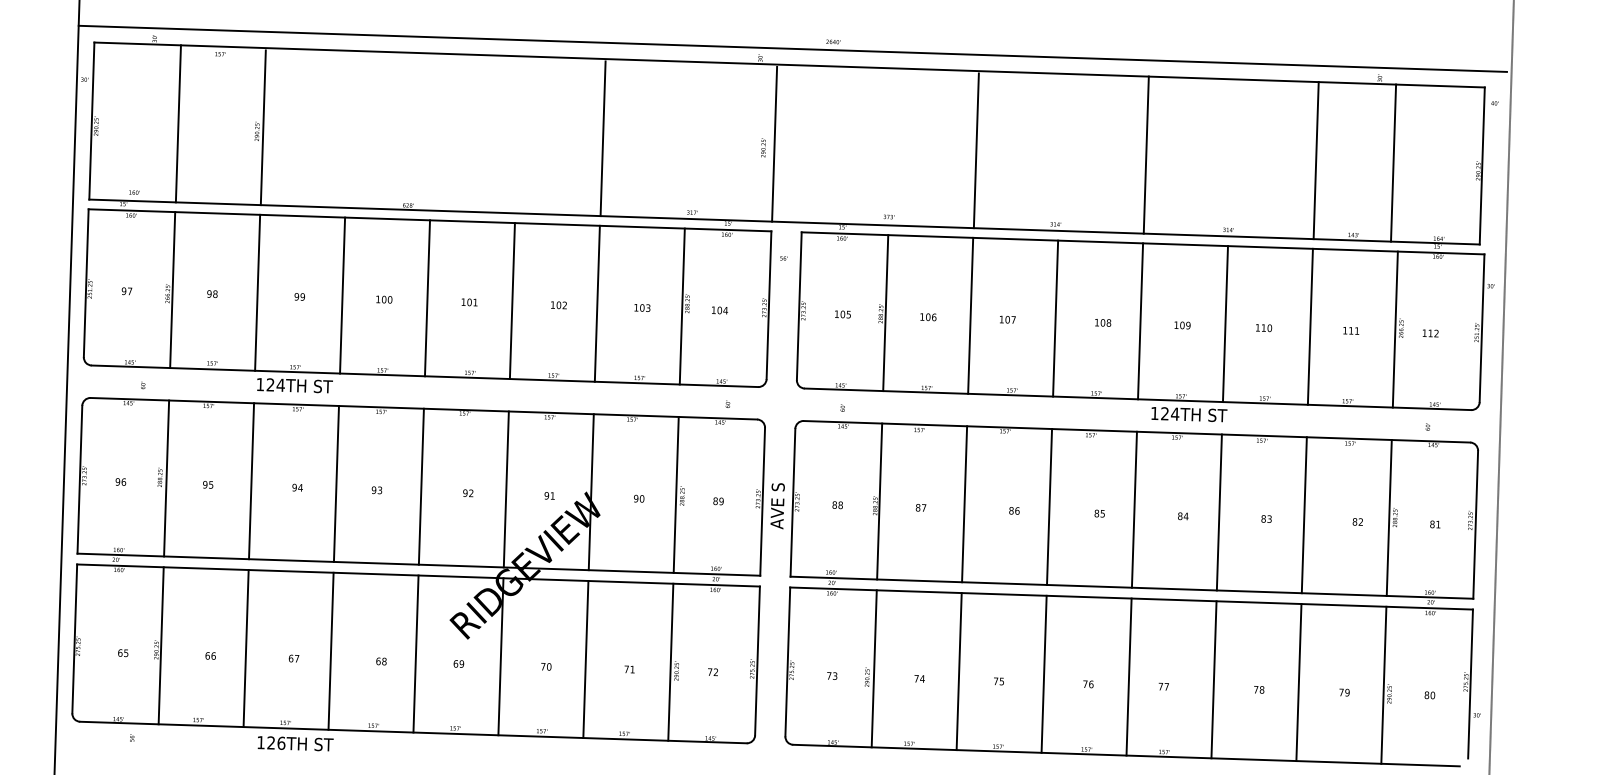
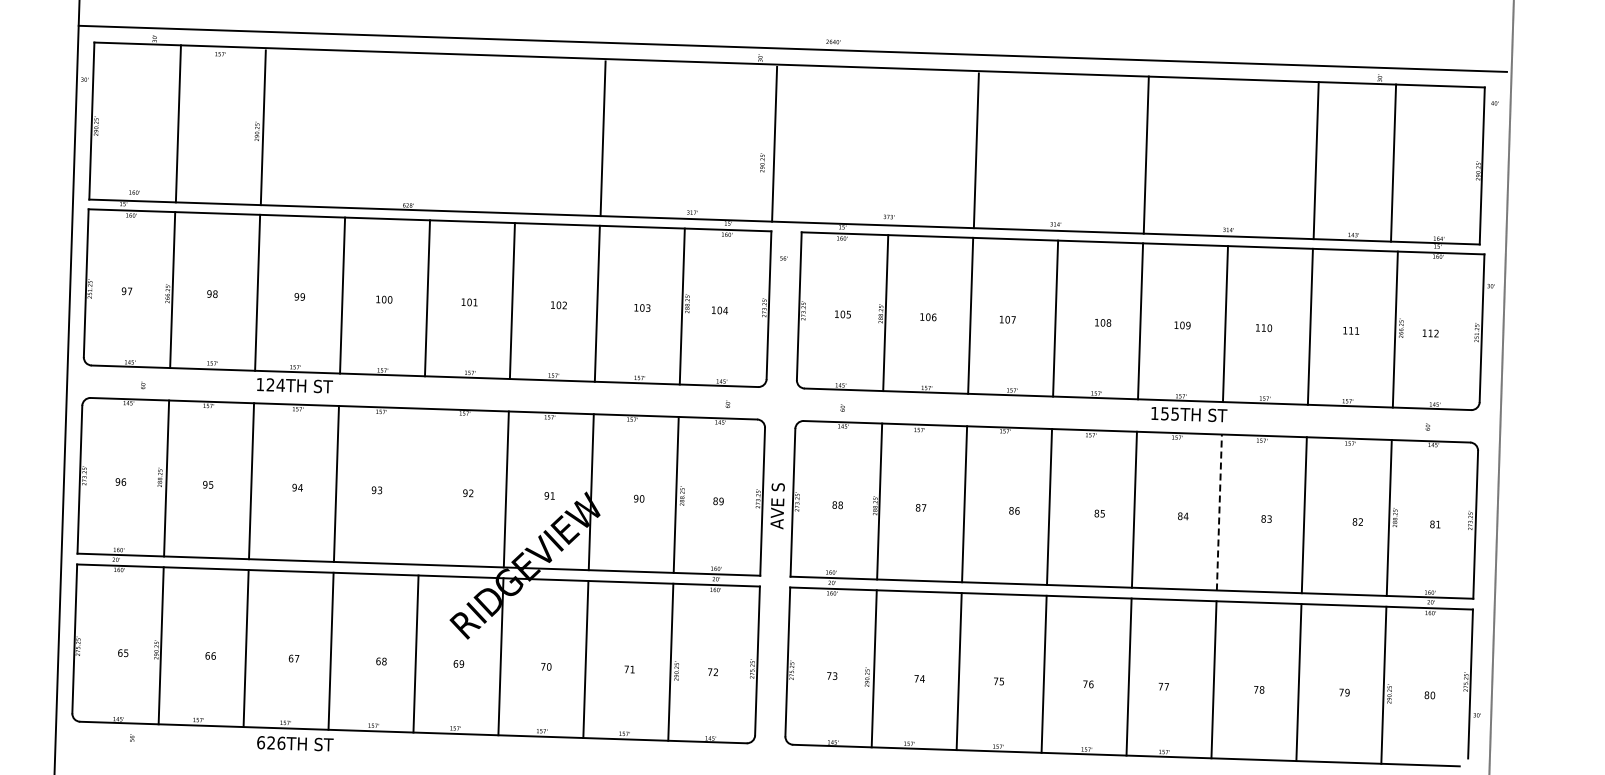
text at (763, 147) position: (763, 147) -> (762, 162)
text at (1170, 413): 124TH -> 155TH
line at (420, 486): present -> none
line at (1219, 512): solid -> dashed
text at (261, 742): 126TH -> 626TH
